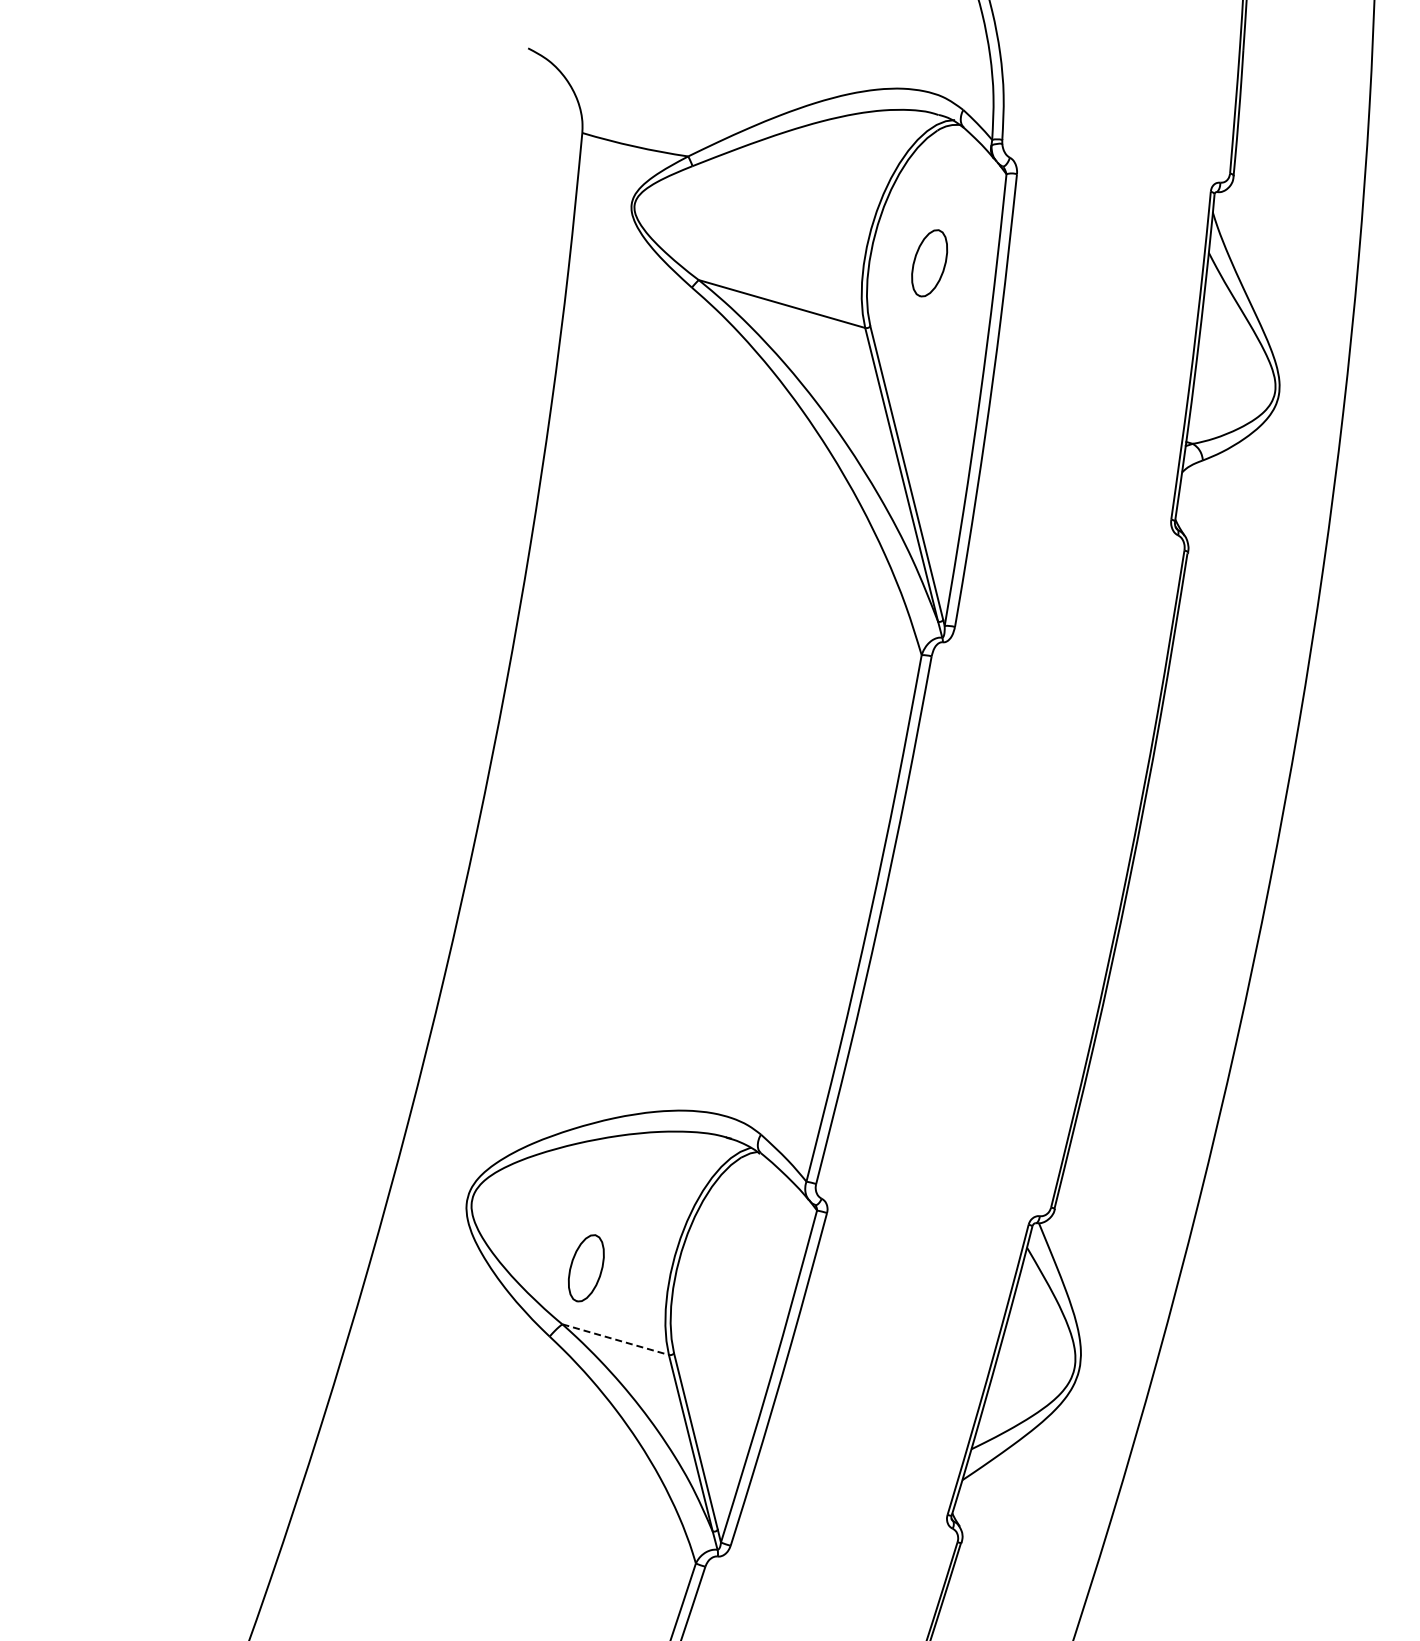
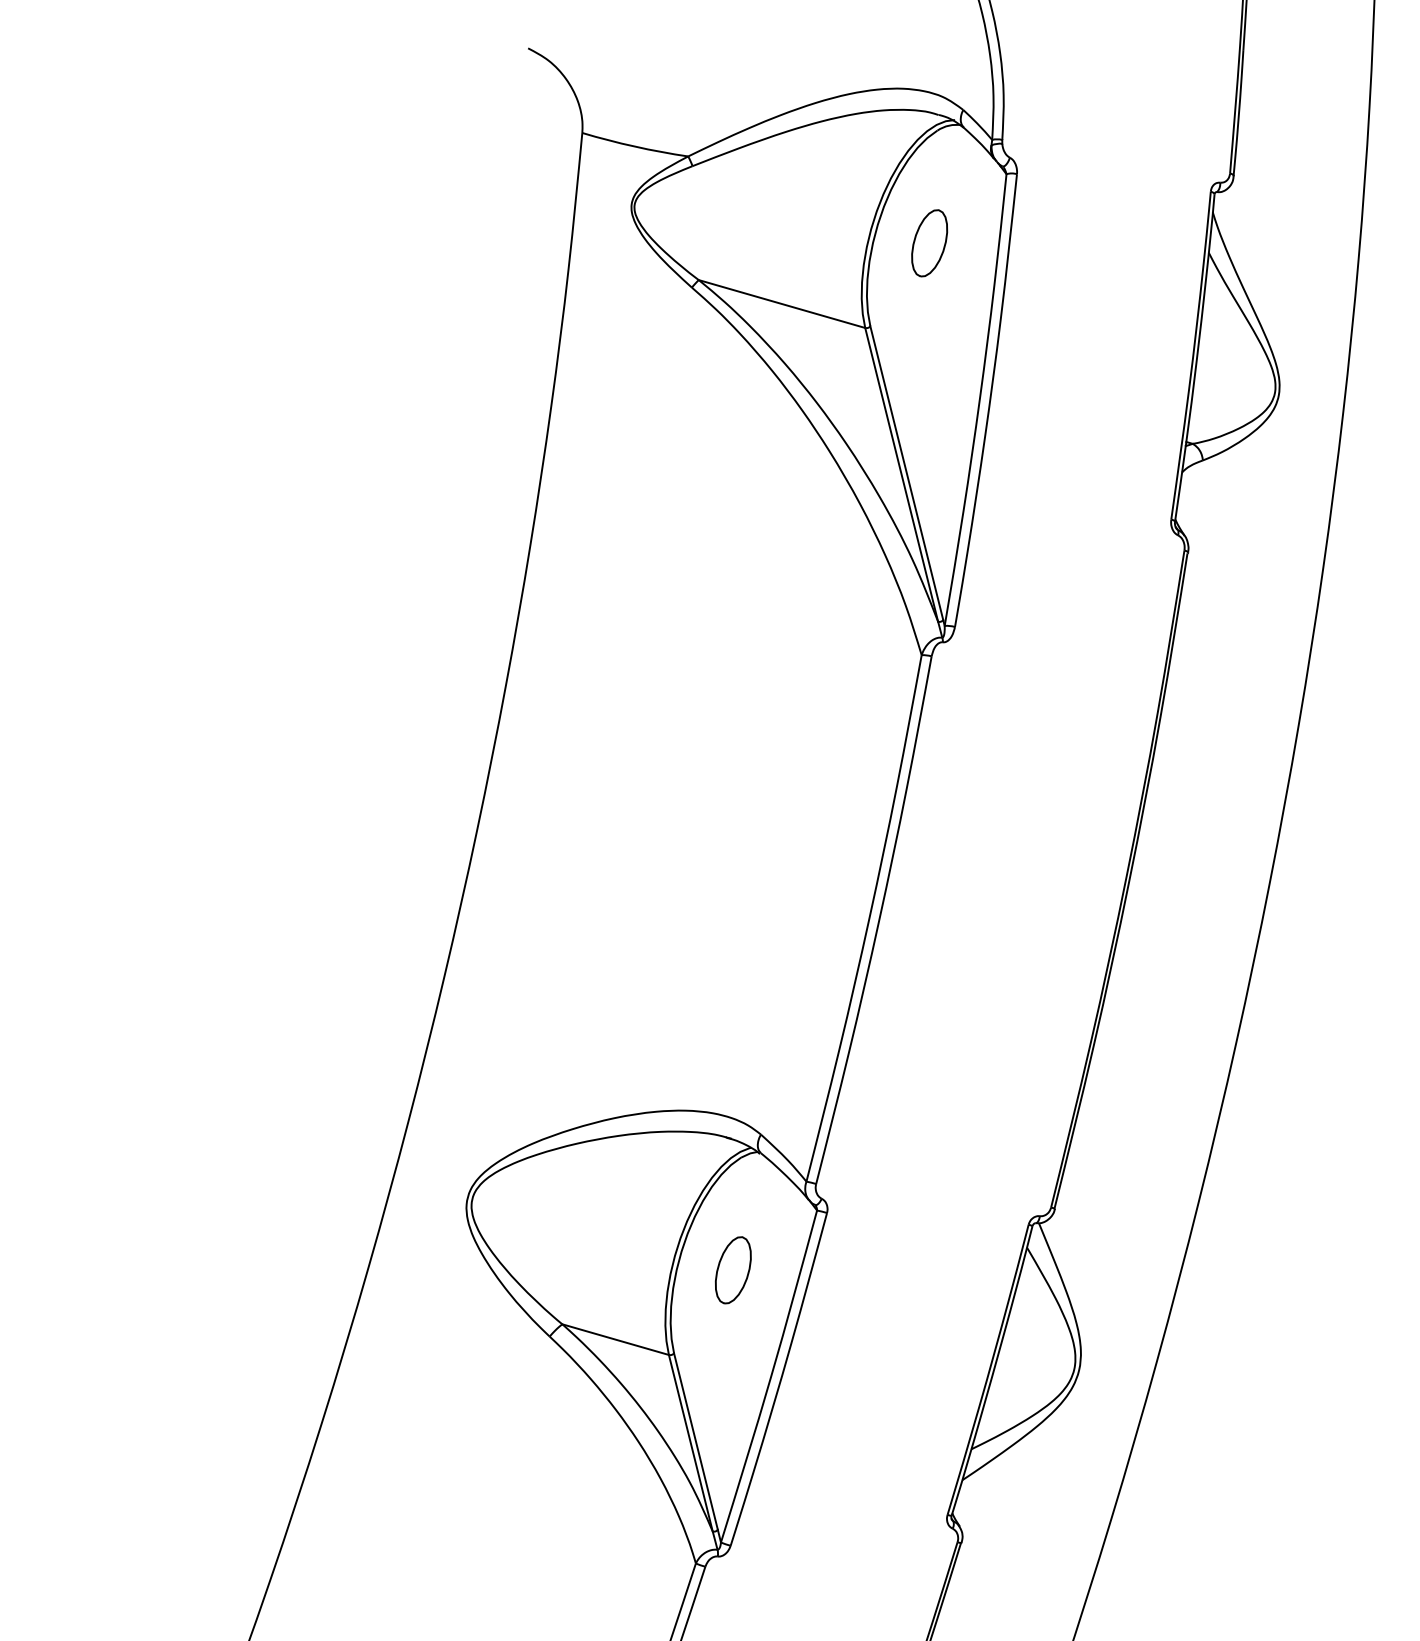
part at (929, 263) position: (929, 263) -> (929, 243)
part at (585, 1268) position: (585, 1268) -> (732, 1270)
line at (616, 1339): dashed -> solid
